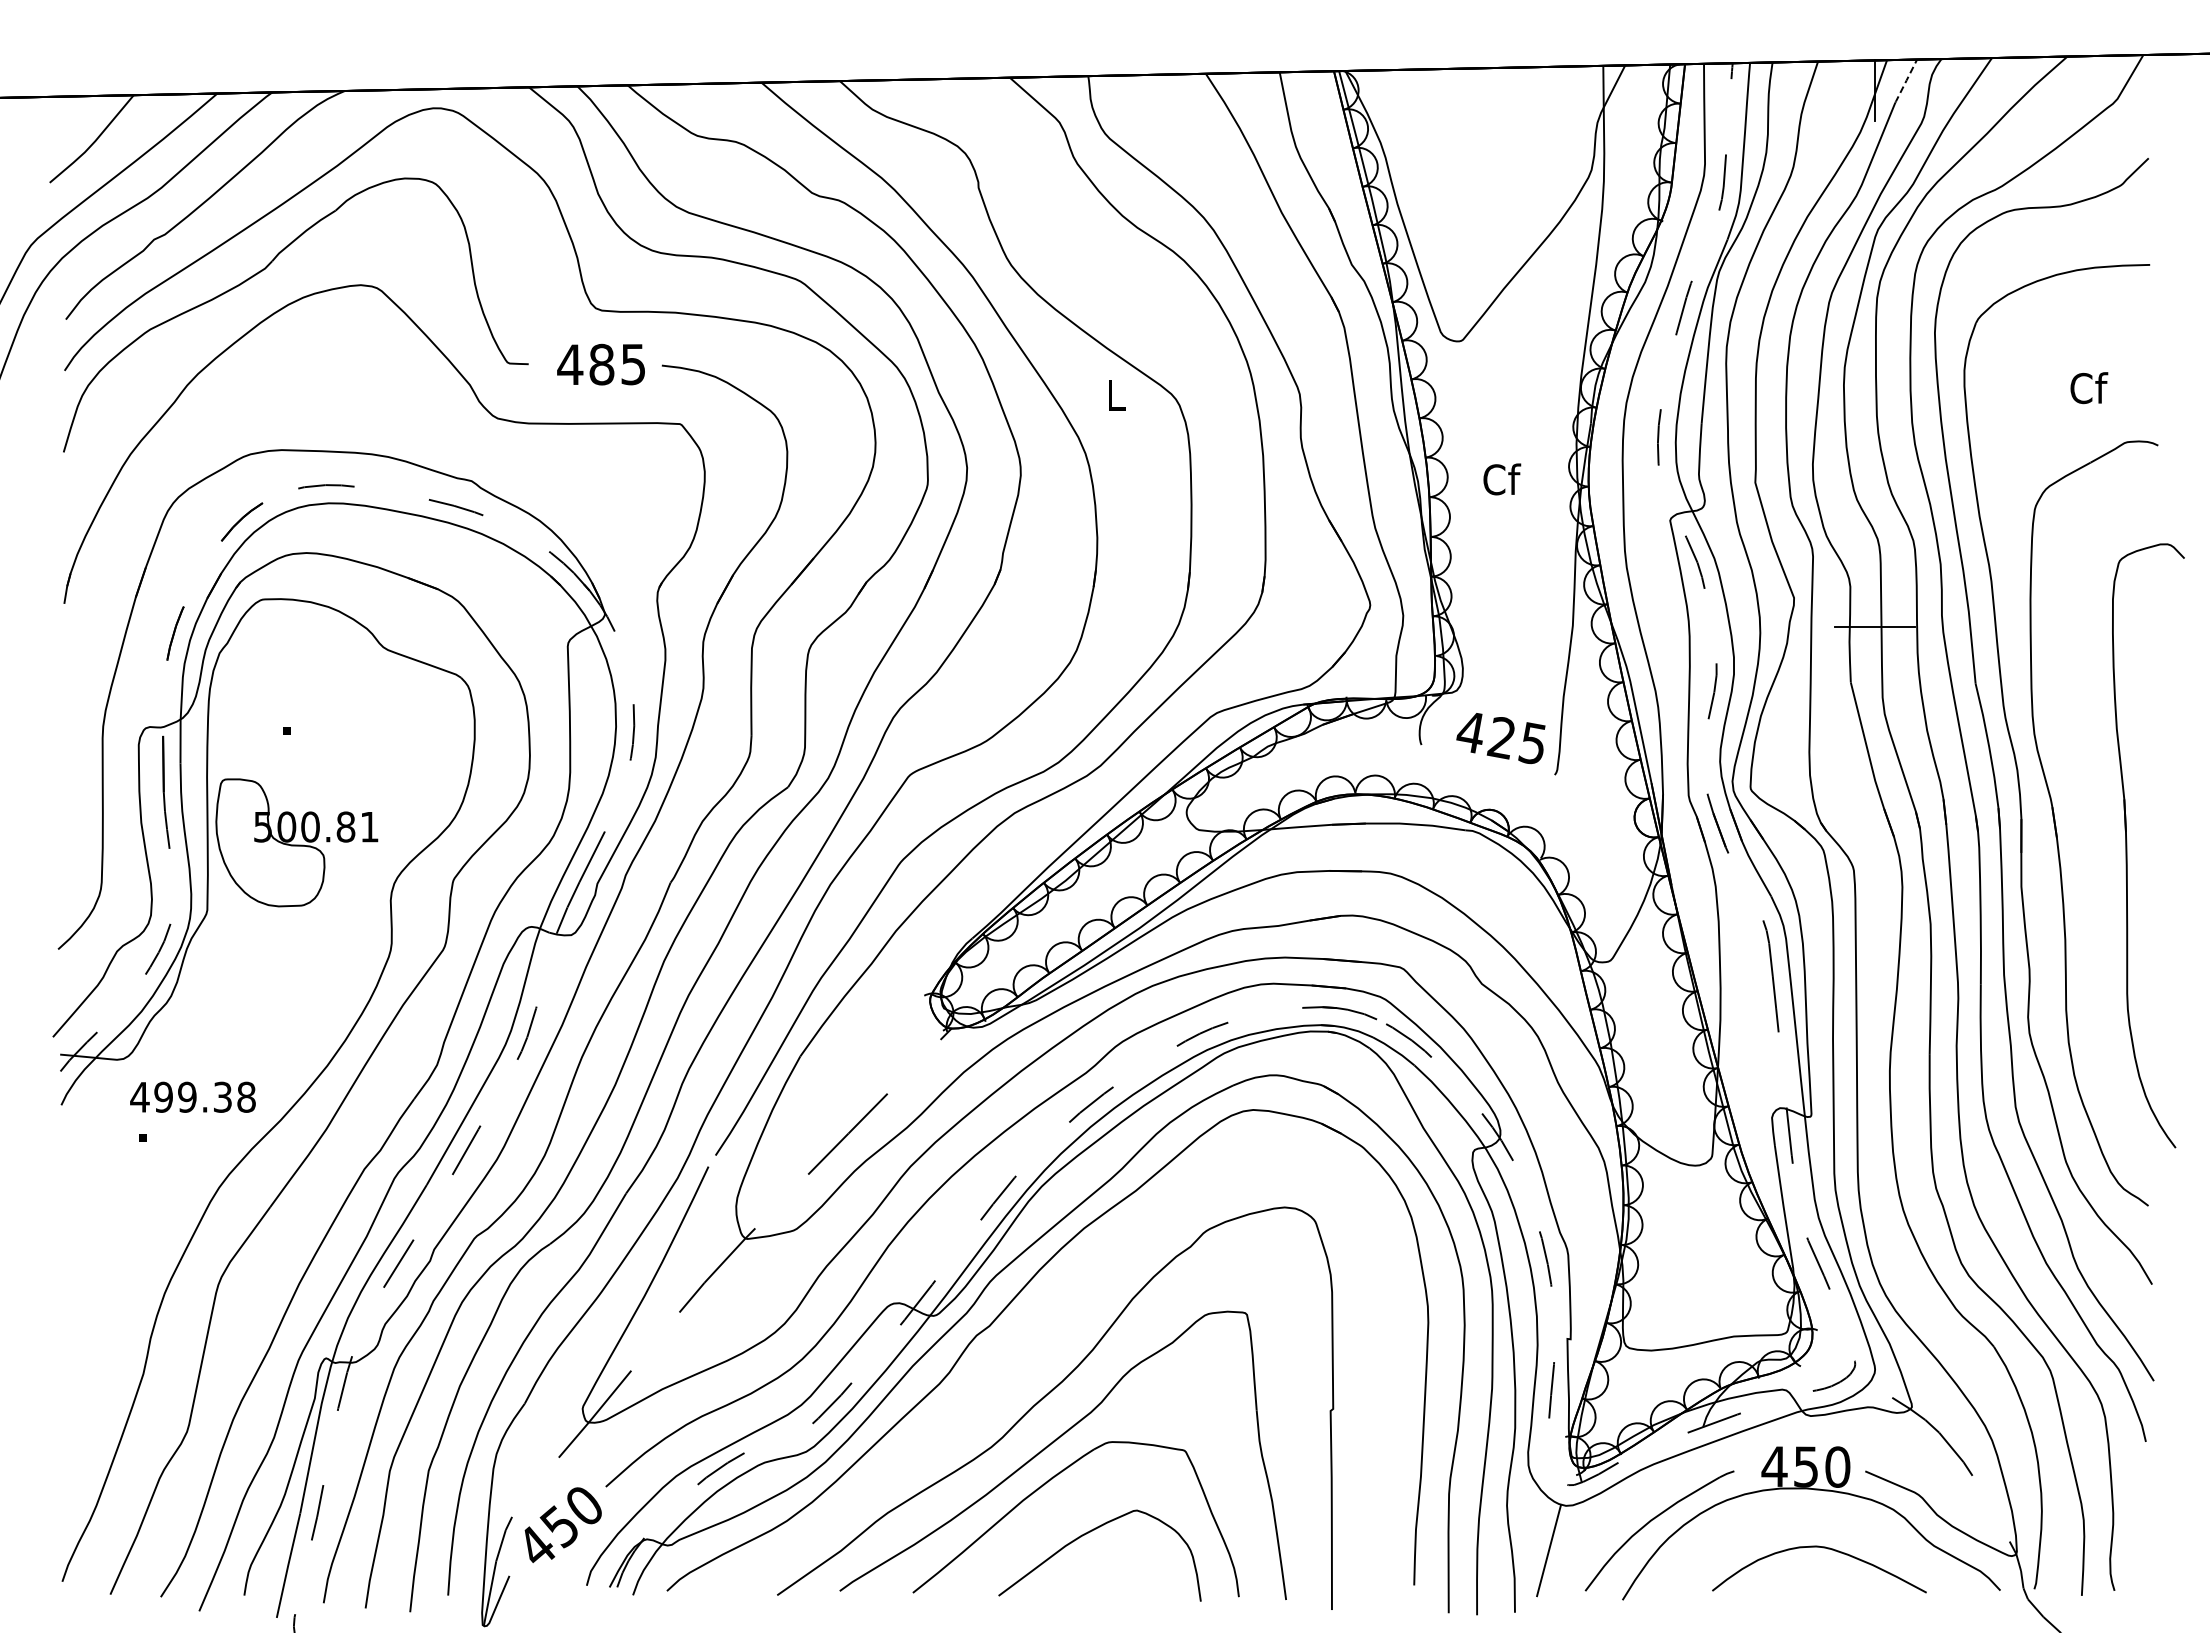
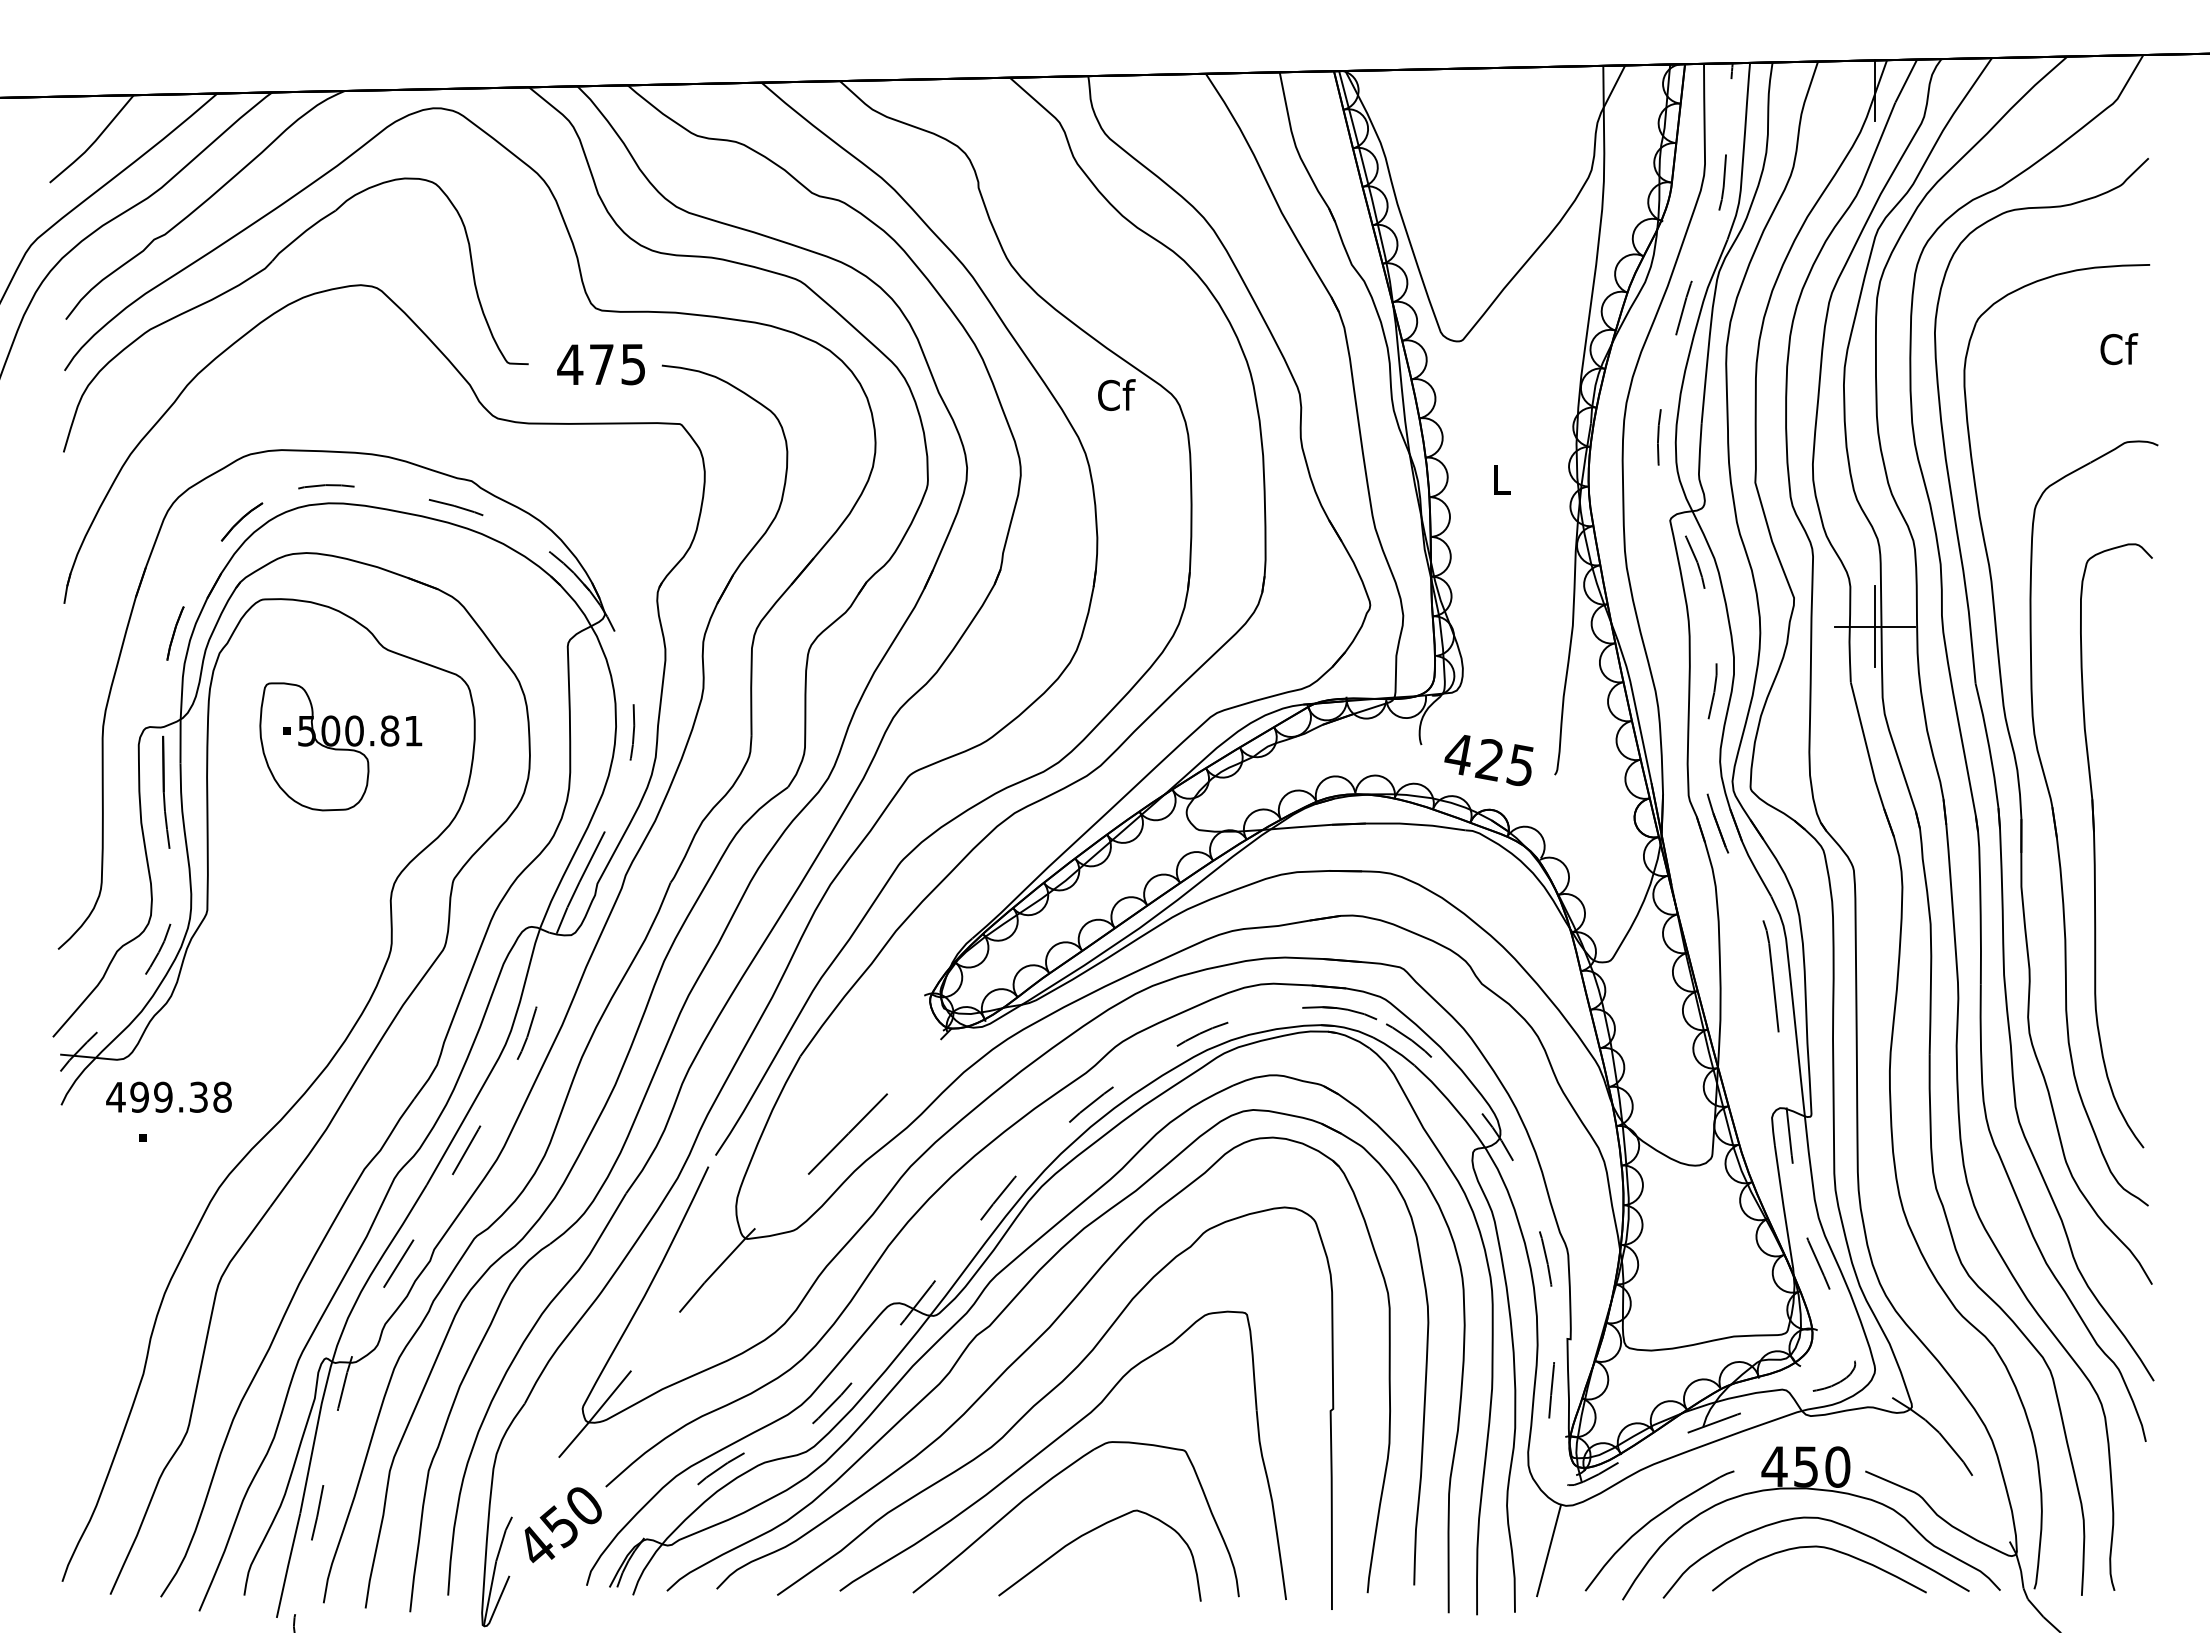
line at (1906, 81): dashed -> solid
text at (601, 364): 485 -> 475
text at (2089, 388) position: (2089, 388) -> (2119, 349)
text at (1116, 395): L -> Cf
text at (1502, 479): Cf -> L
line at (1874, 626): none -> present
text at (1500, 738) position: (1500, 738) -> (1488, 760)
part at (296, 842) position: (296, 842) -> (340, 746)
part at (2127, 845) position: (2127, 845) -> (2095, 845)
text at (192, 1096) position: (192, 1096) -> (168, 1096)
part at (1033, 1344): none -> present
curve at (1824, 1520): none -> present
